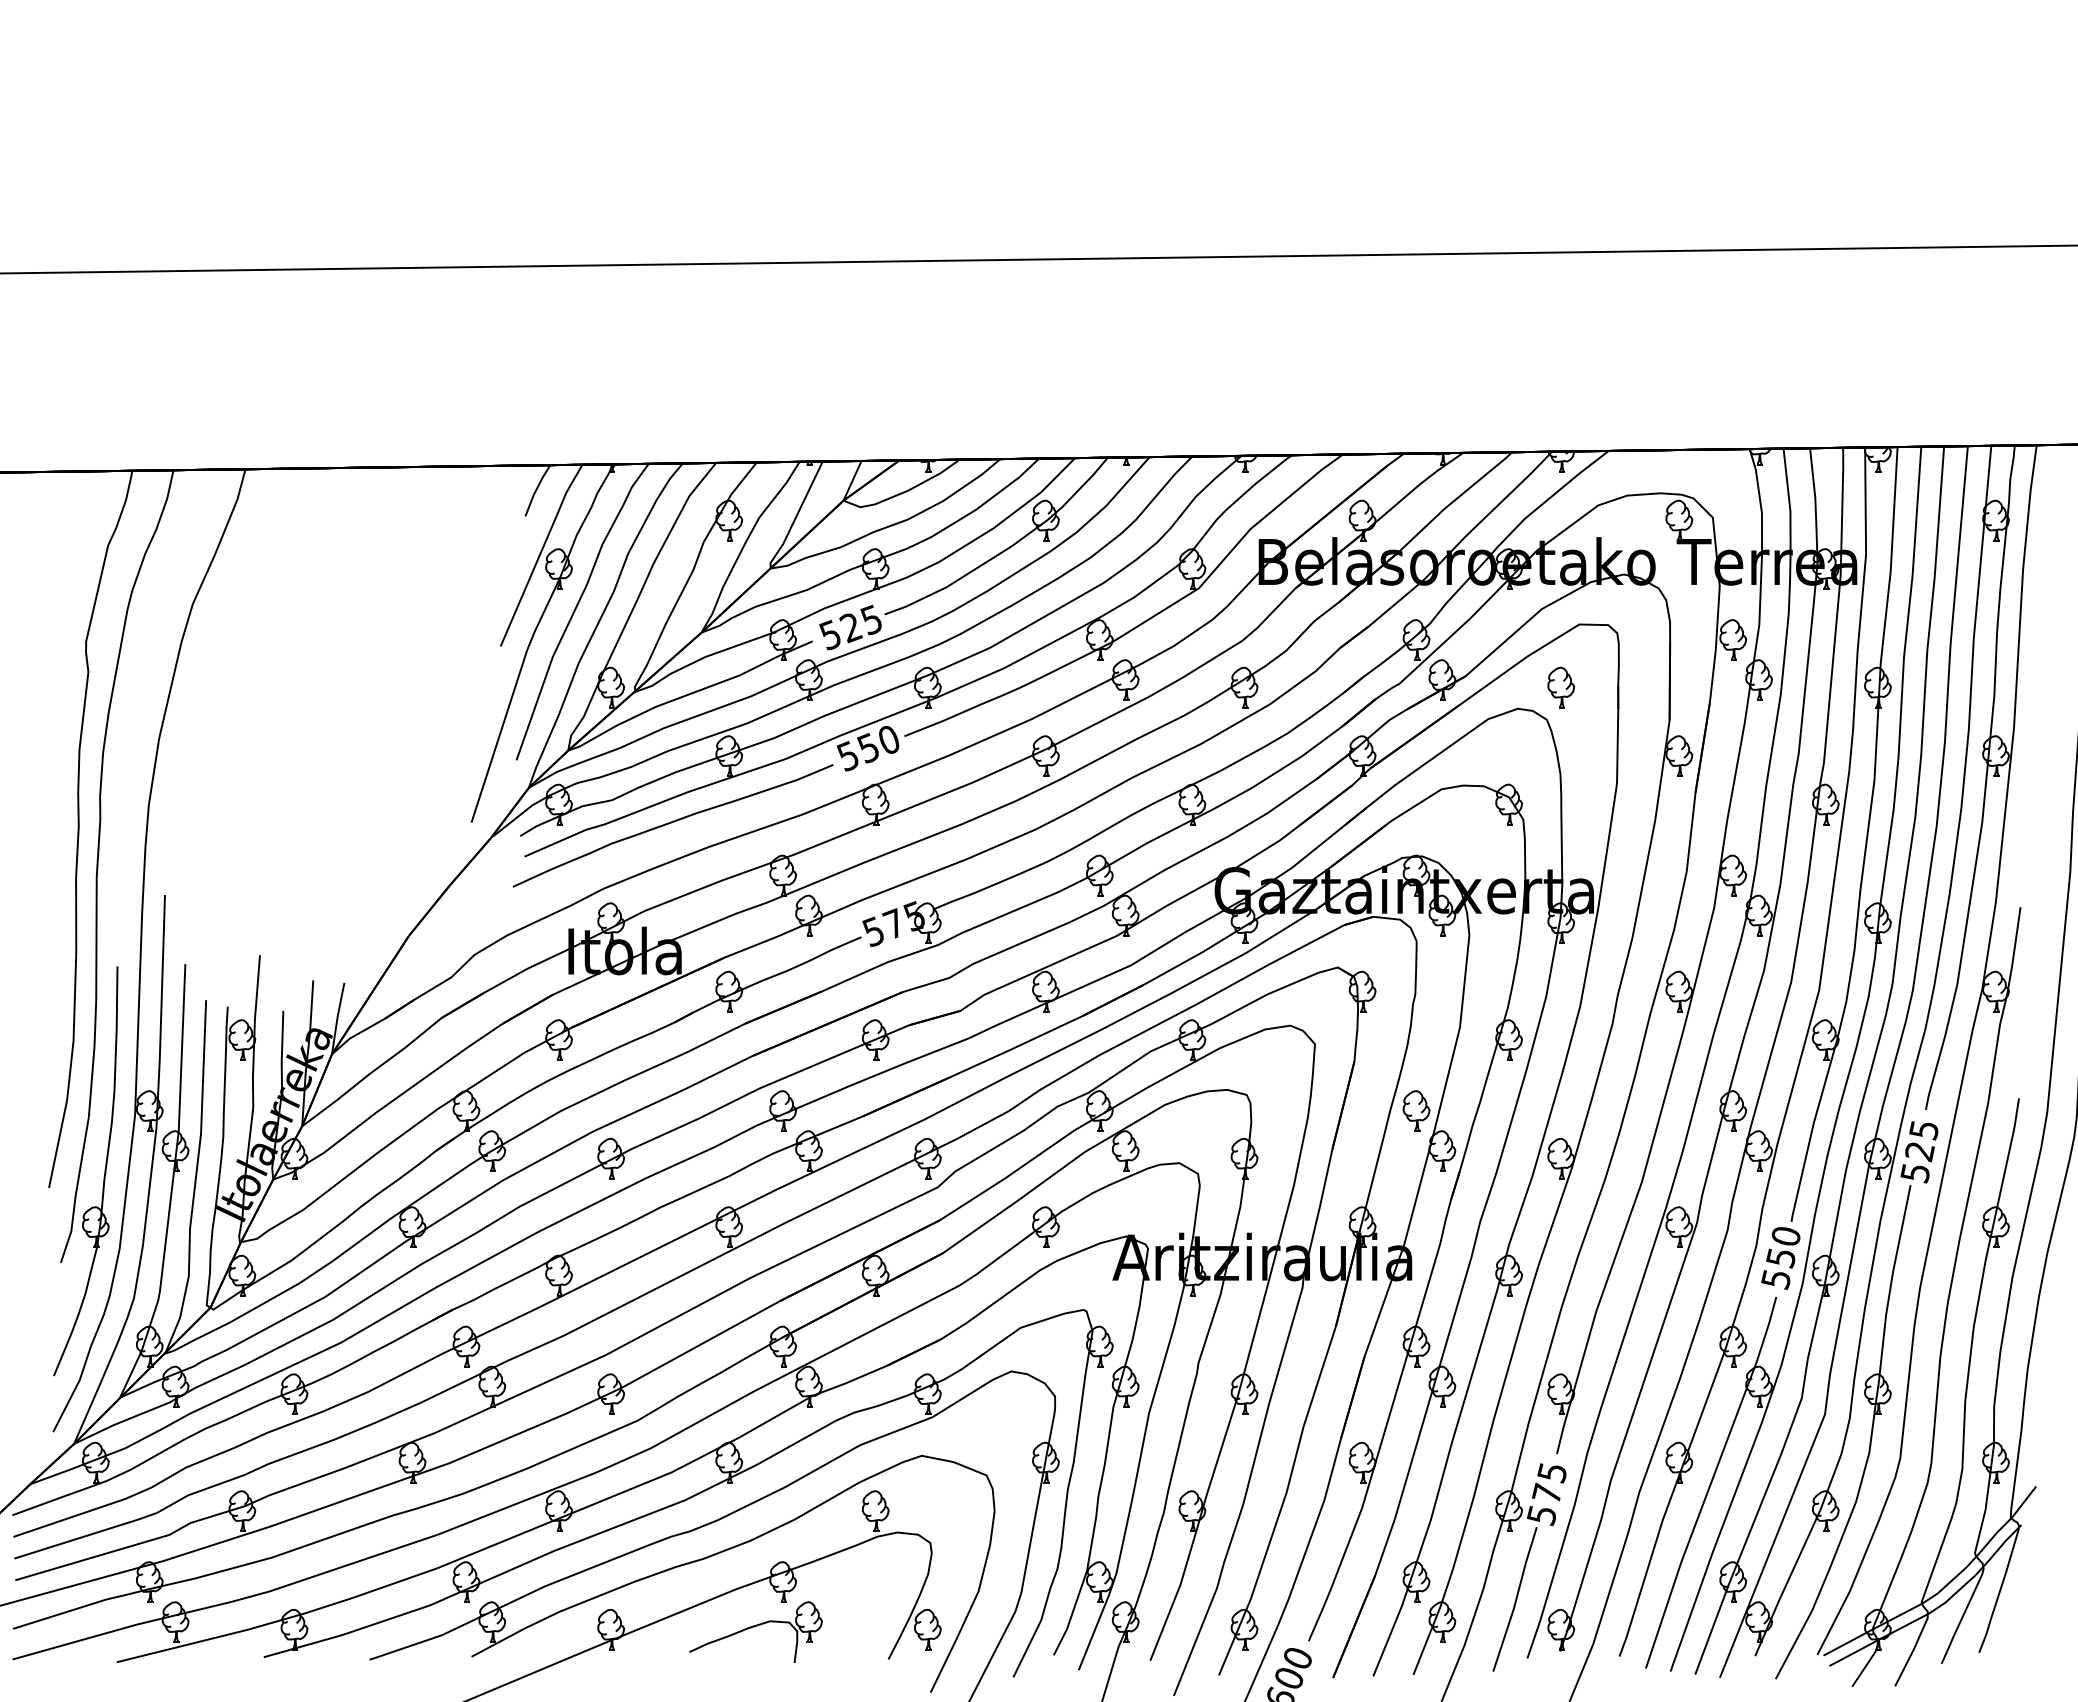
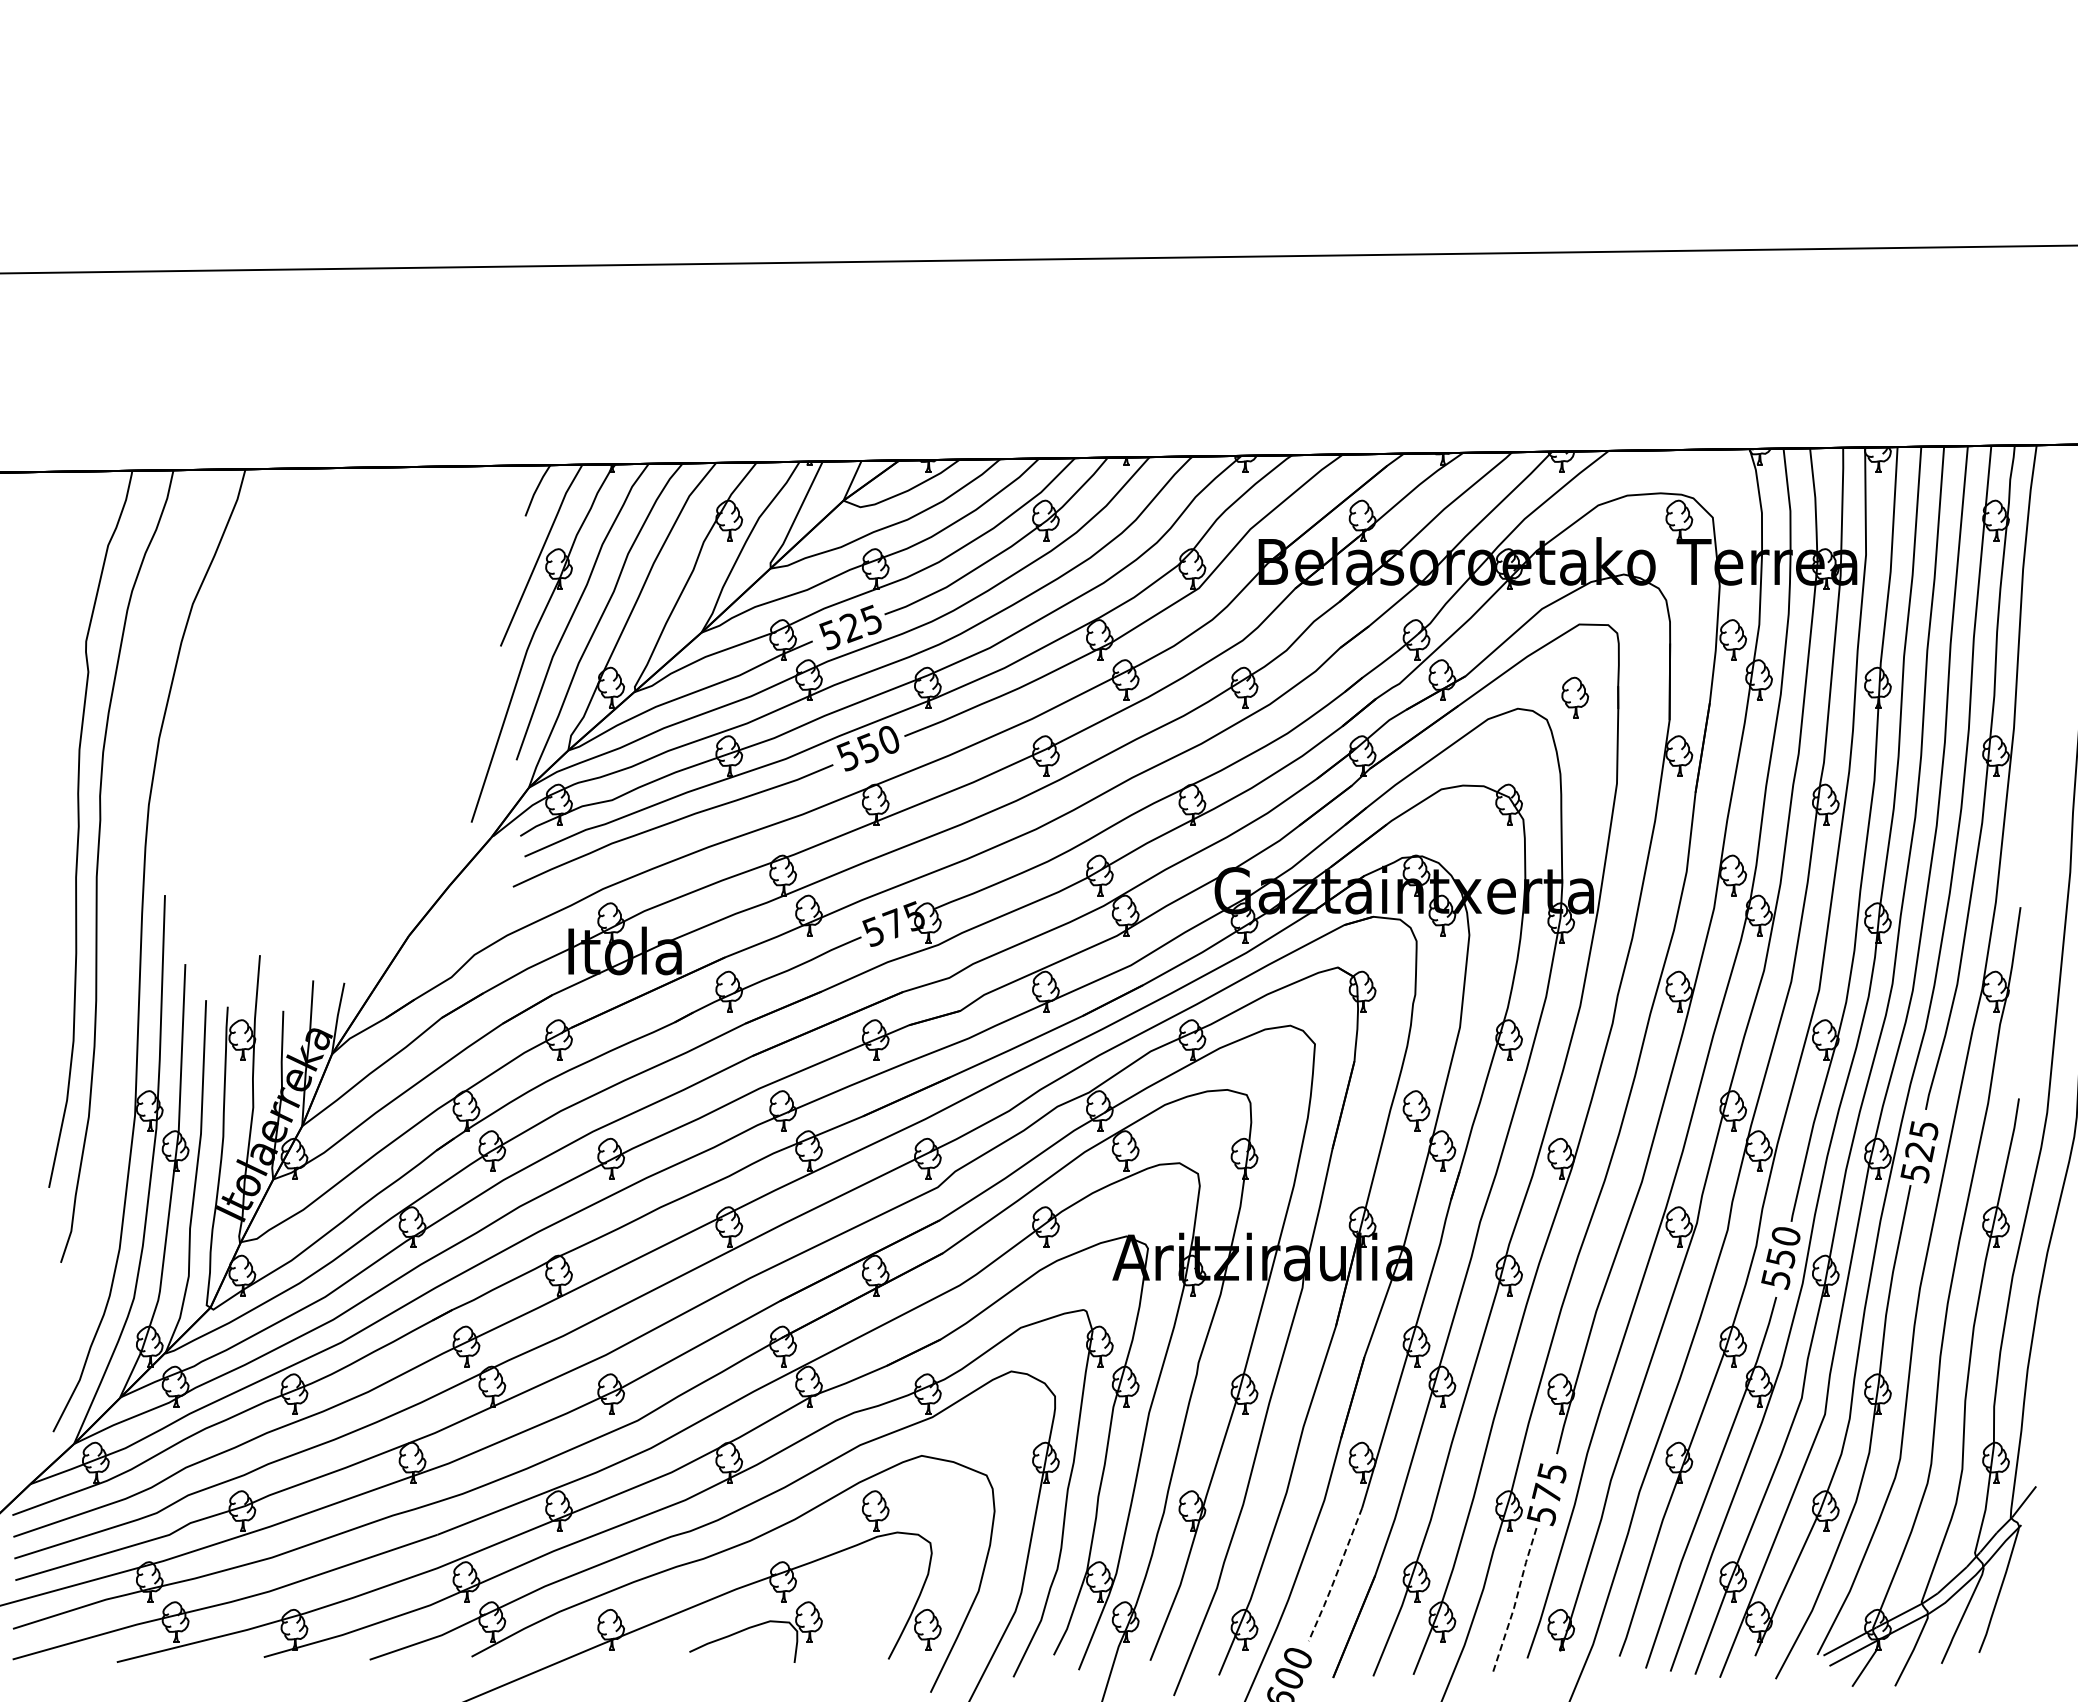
part at (1561, 687) position: (1561, 687) -> (1575, 697)
part at (103, 1176): present -> none
line at (1335, 1576): solid -> dashed
line at (1516, 1599): solid -> dashed
